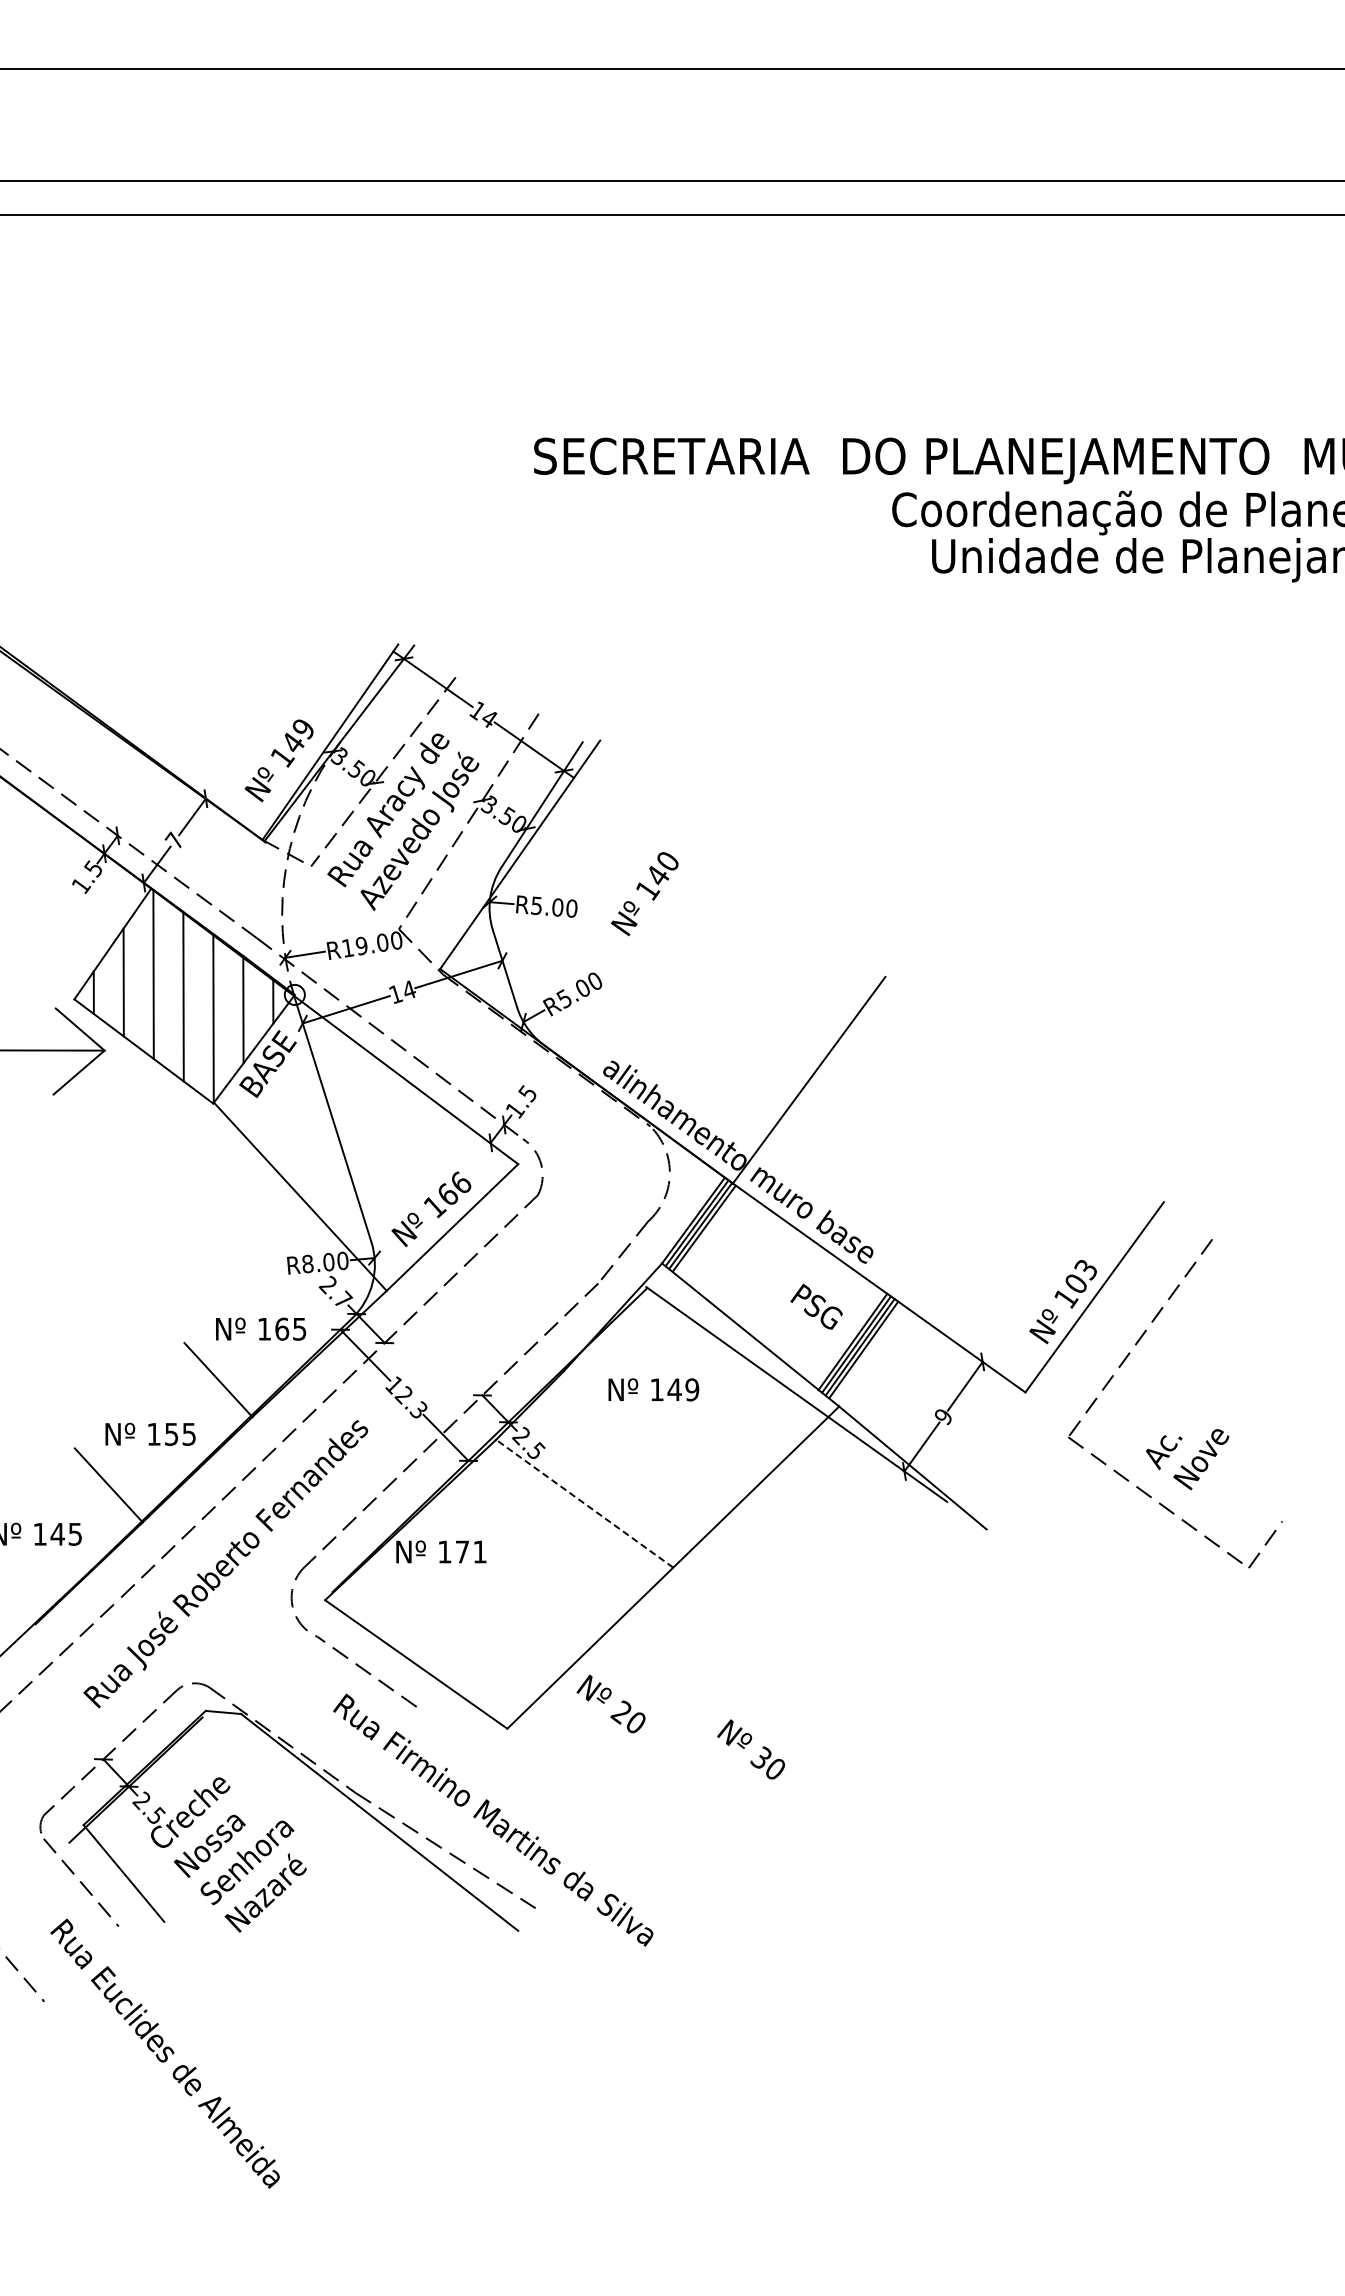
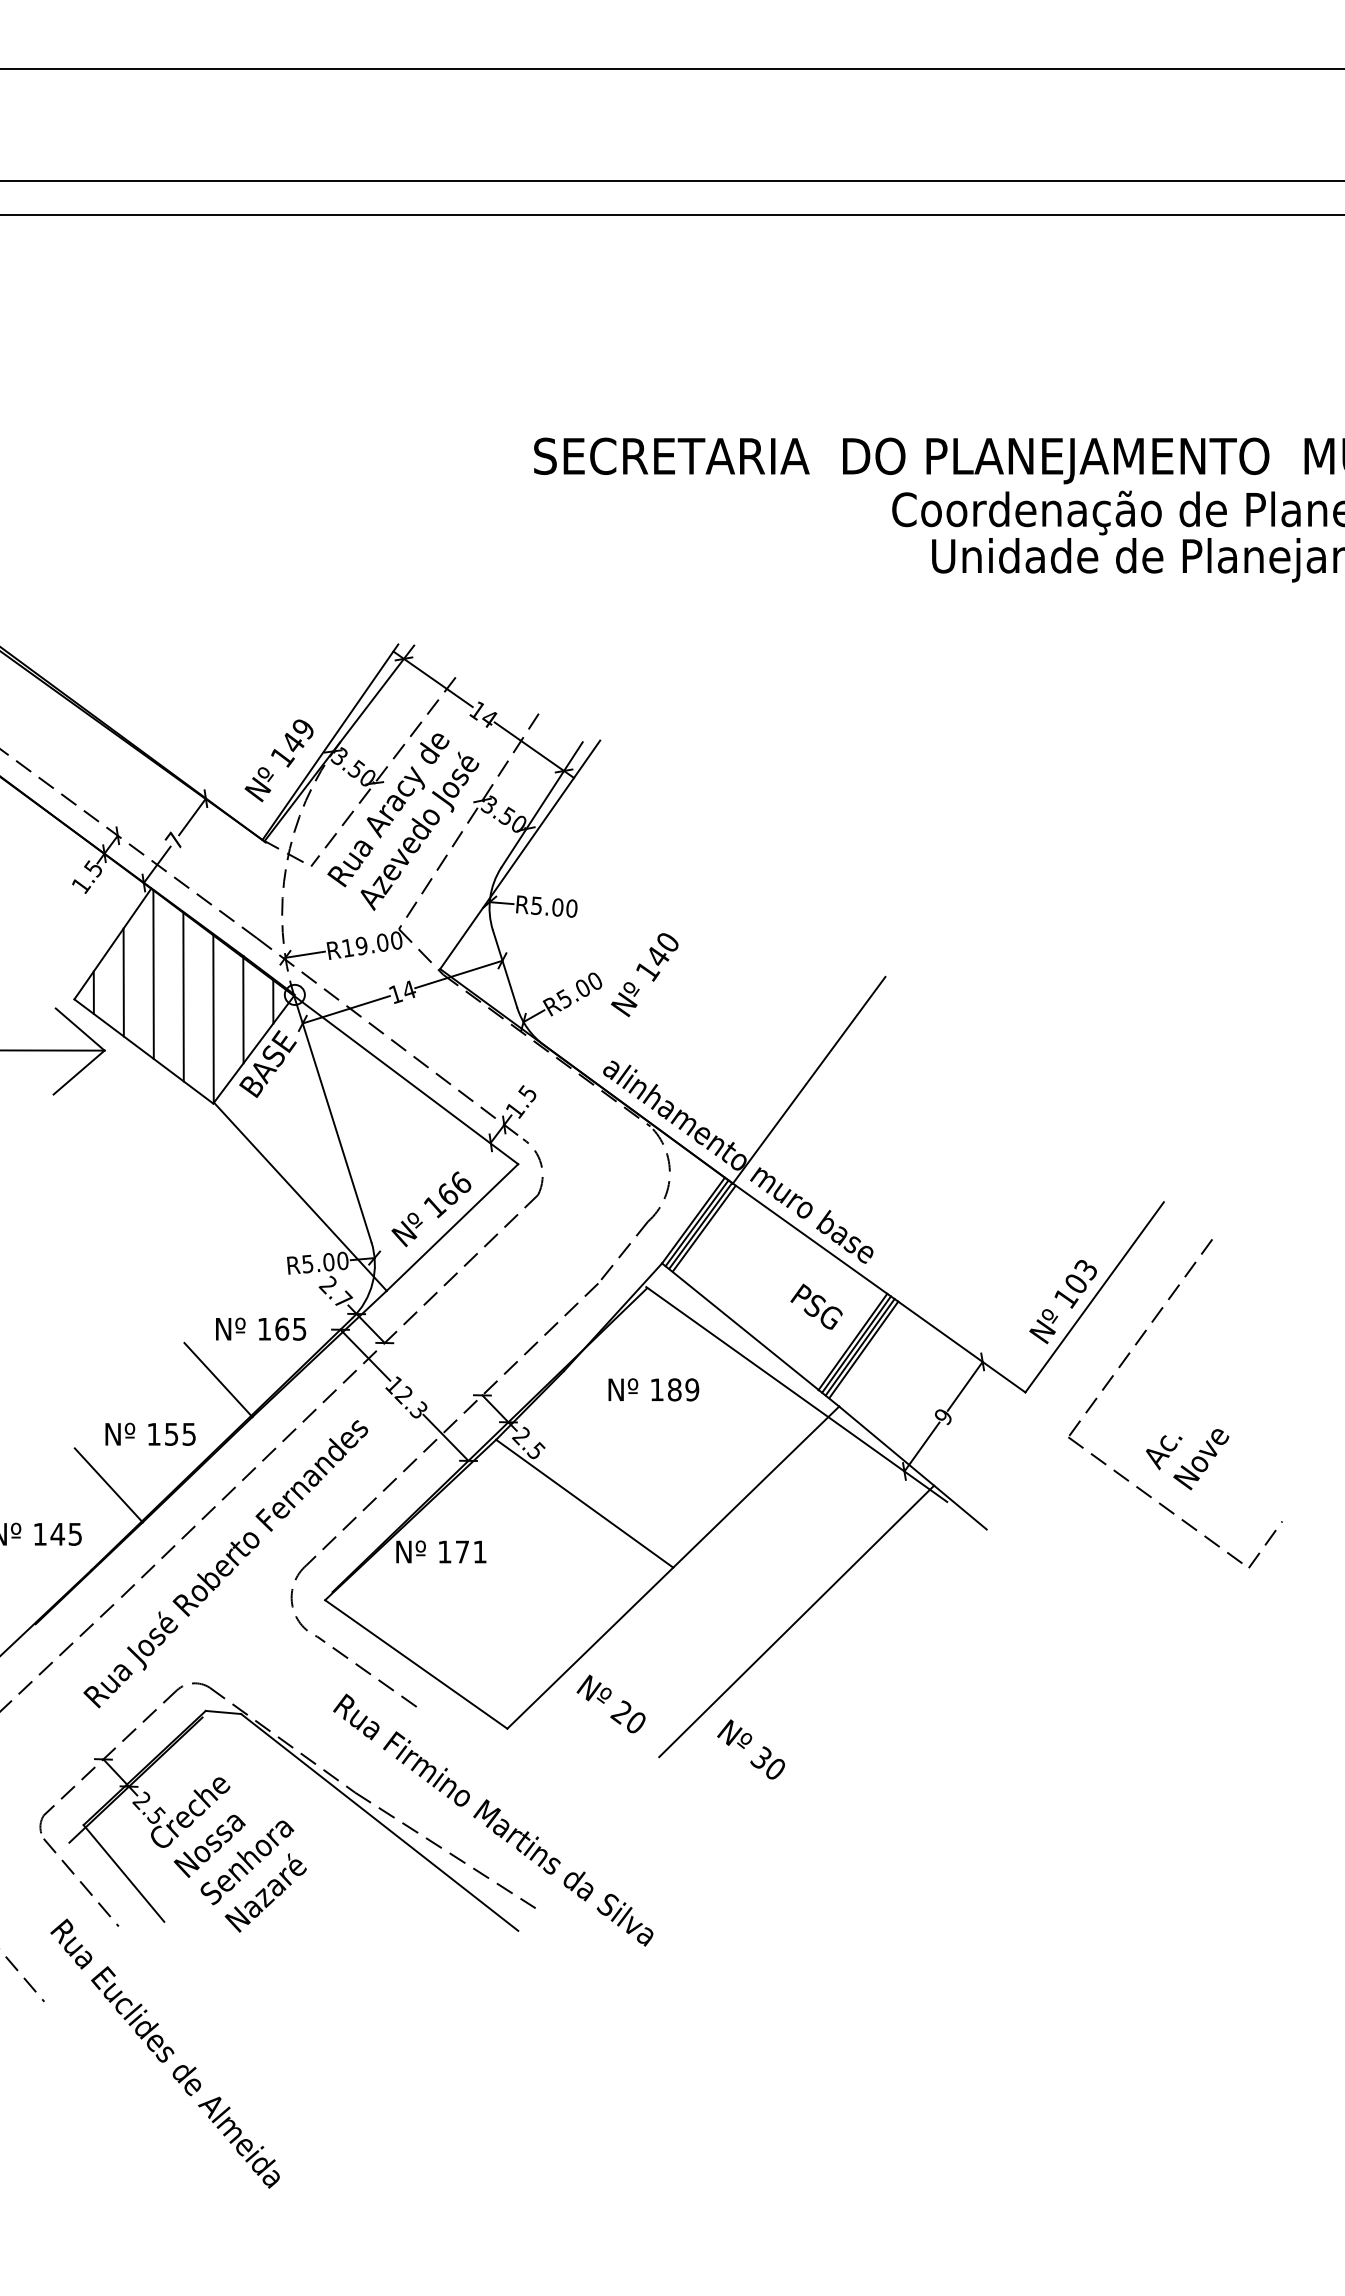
text at (644, 894) position: (644, 894) -> (644, 975)
text at (307, 1263): R8.00 -> R5.00
text at (674, 1389): 149 -> 189
line at (584, 1503): dashed -> solid
line at (796, 1621): none -> present
